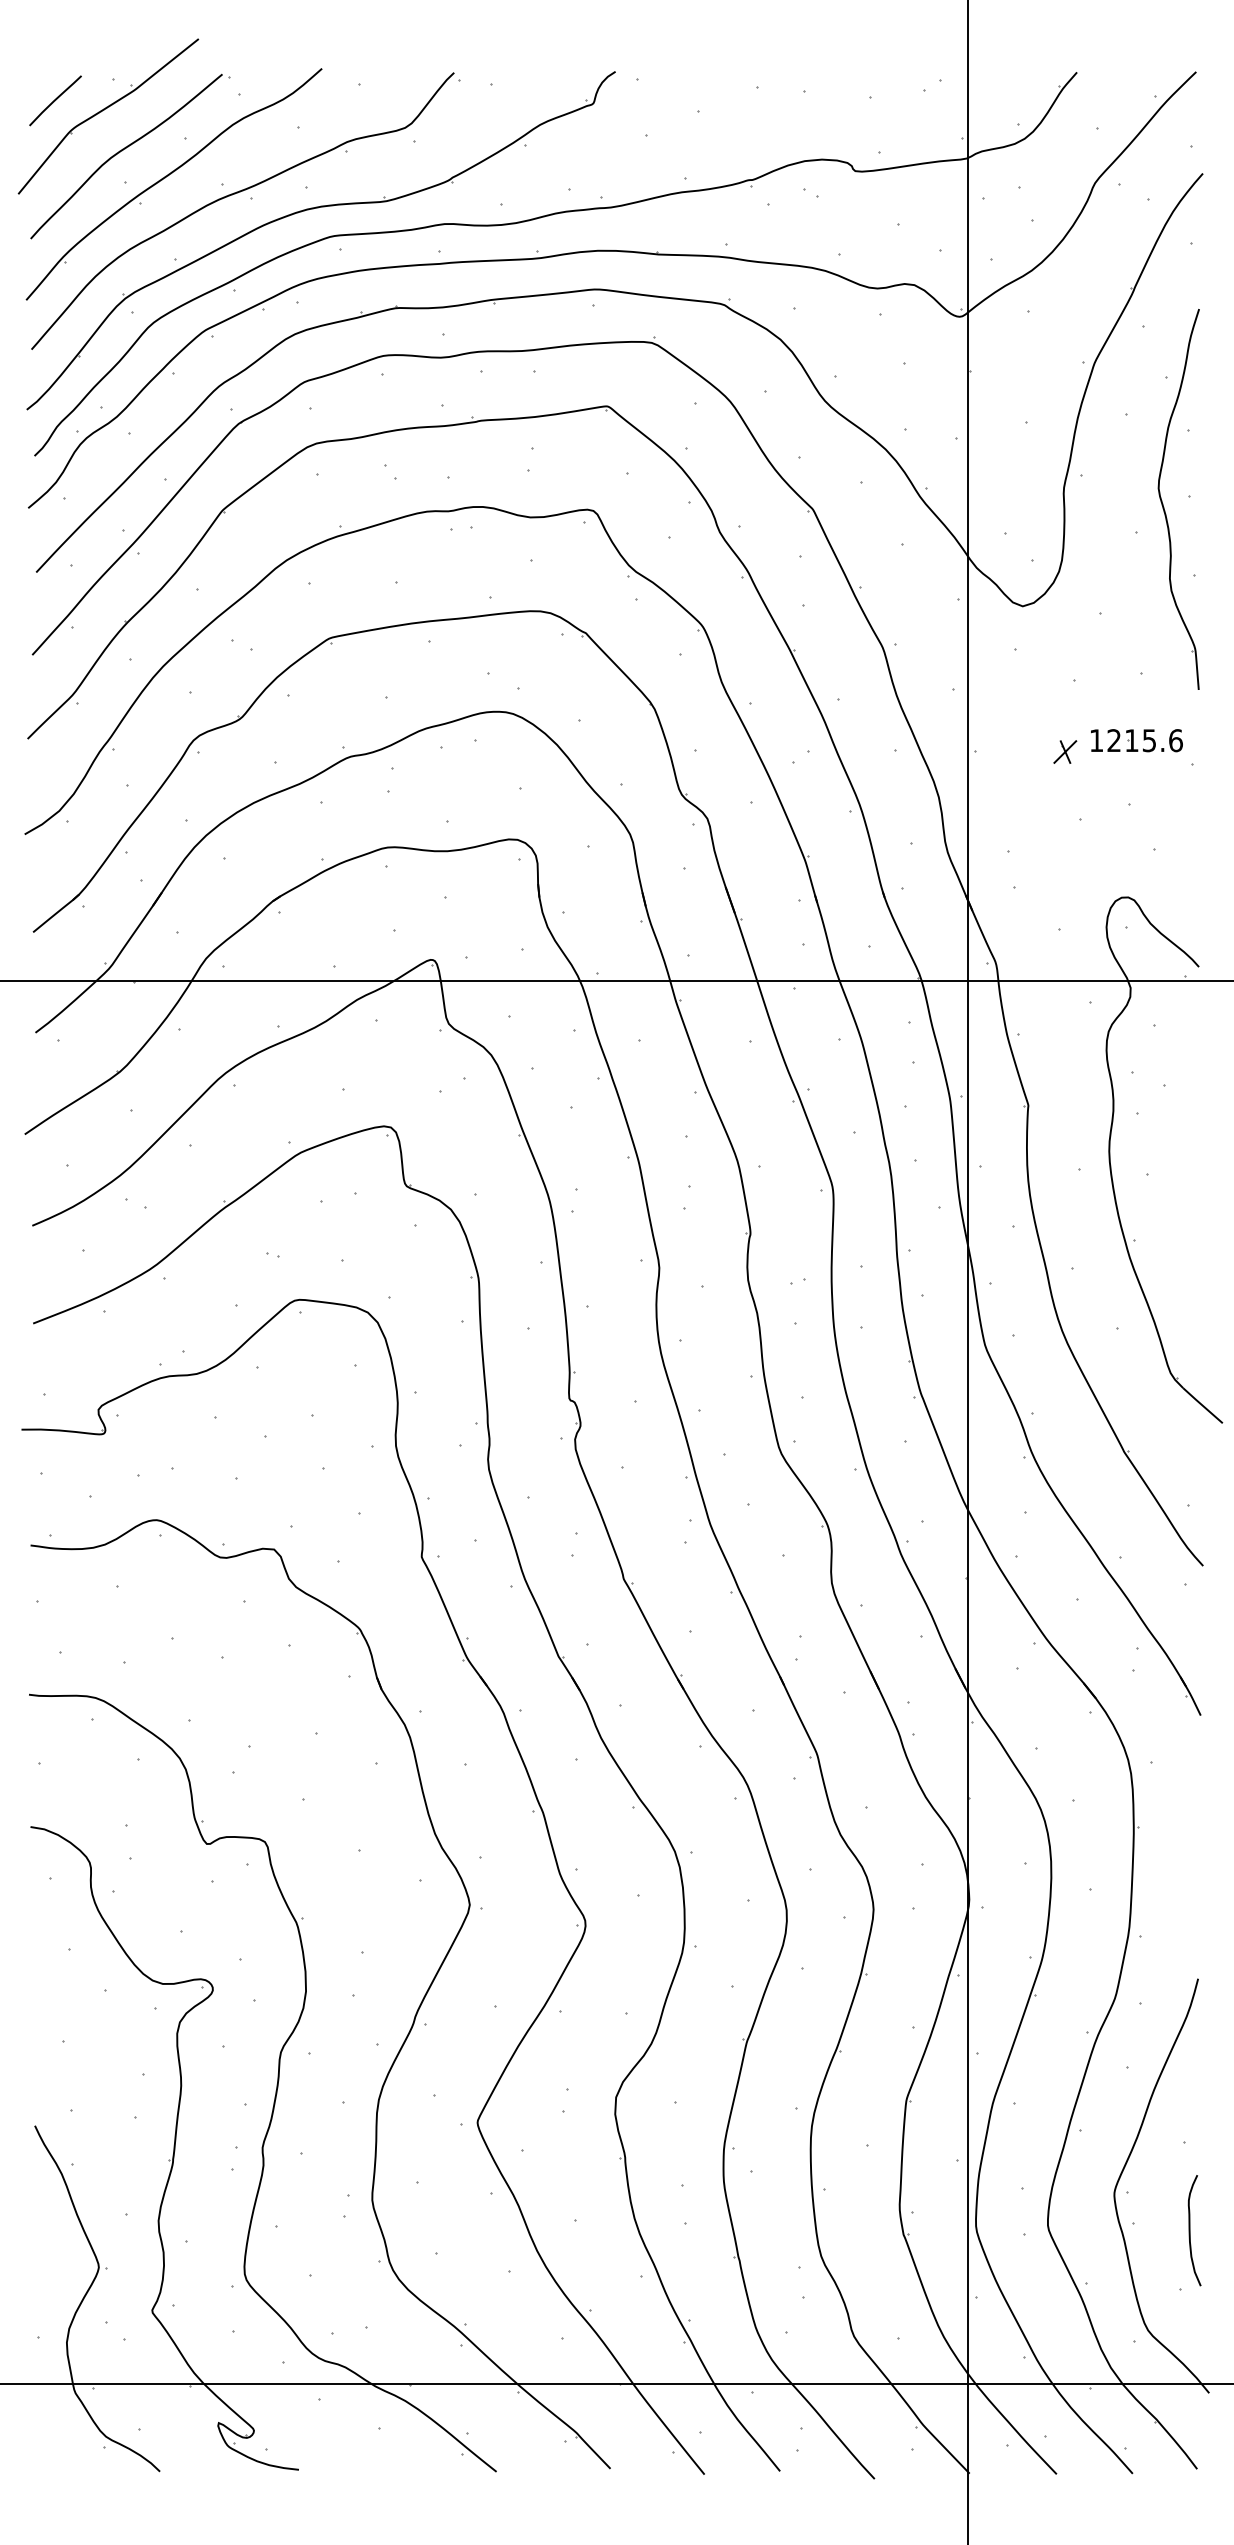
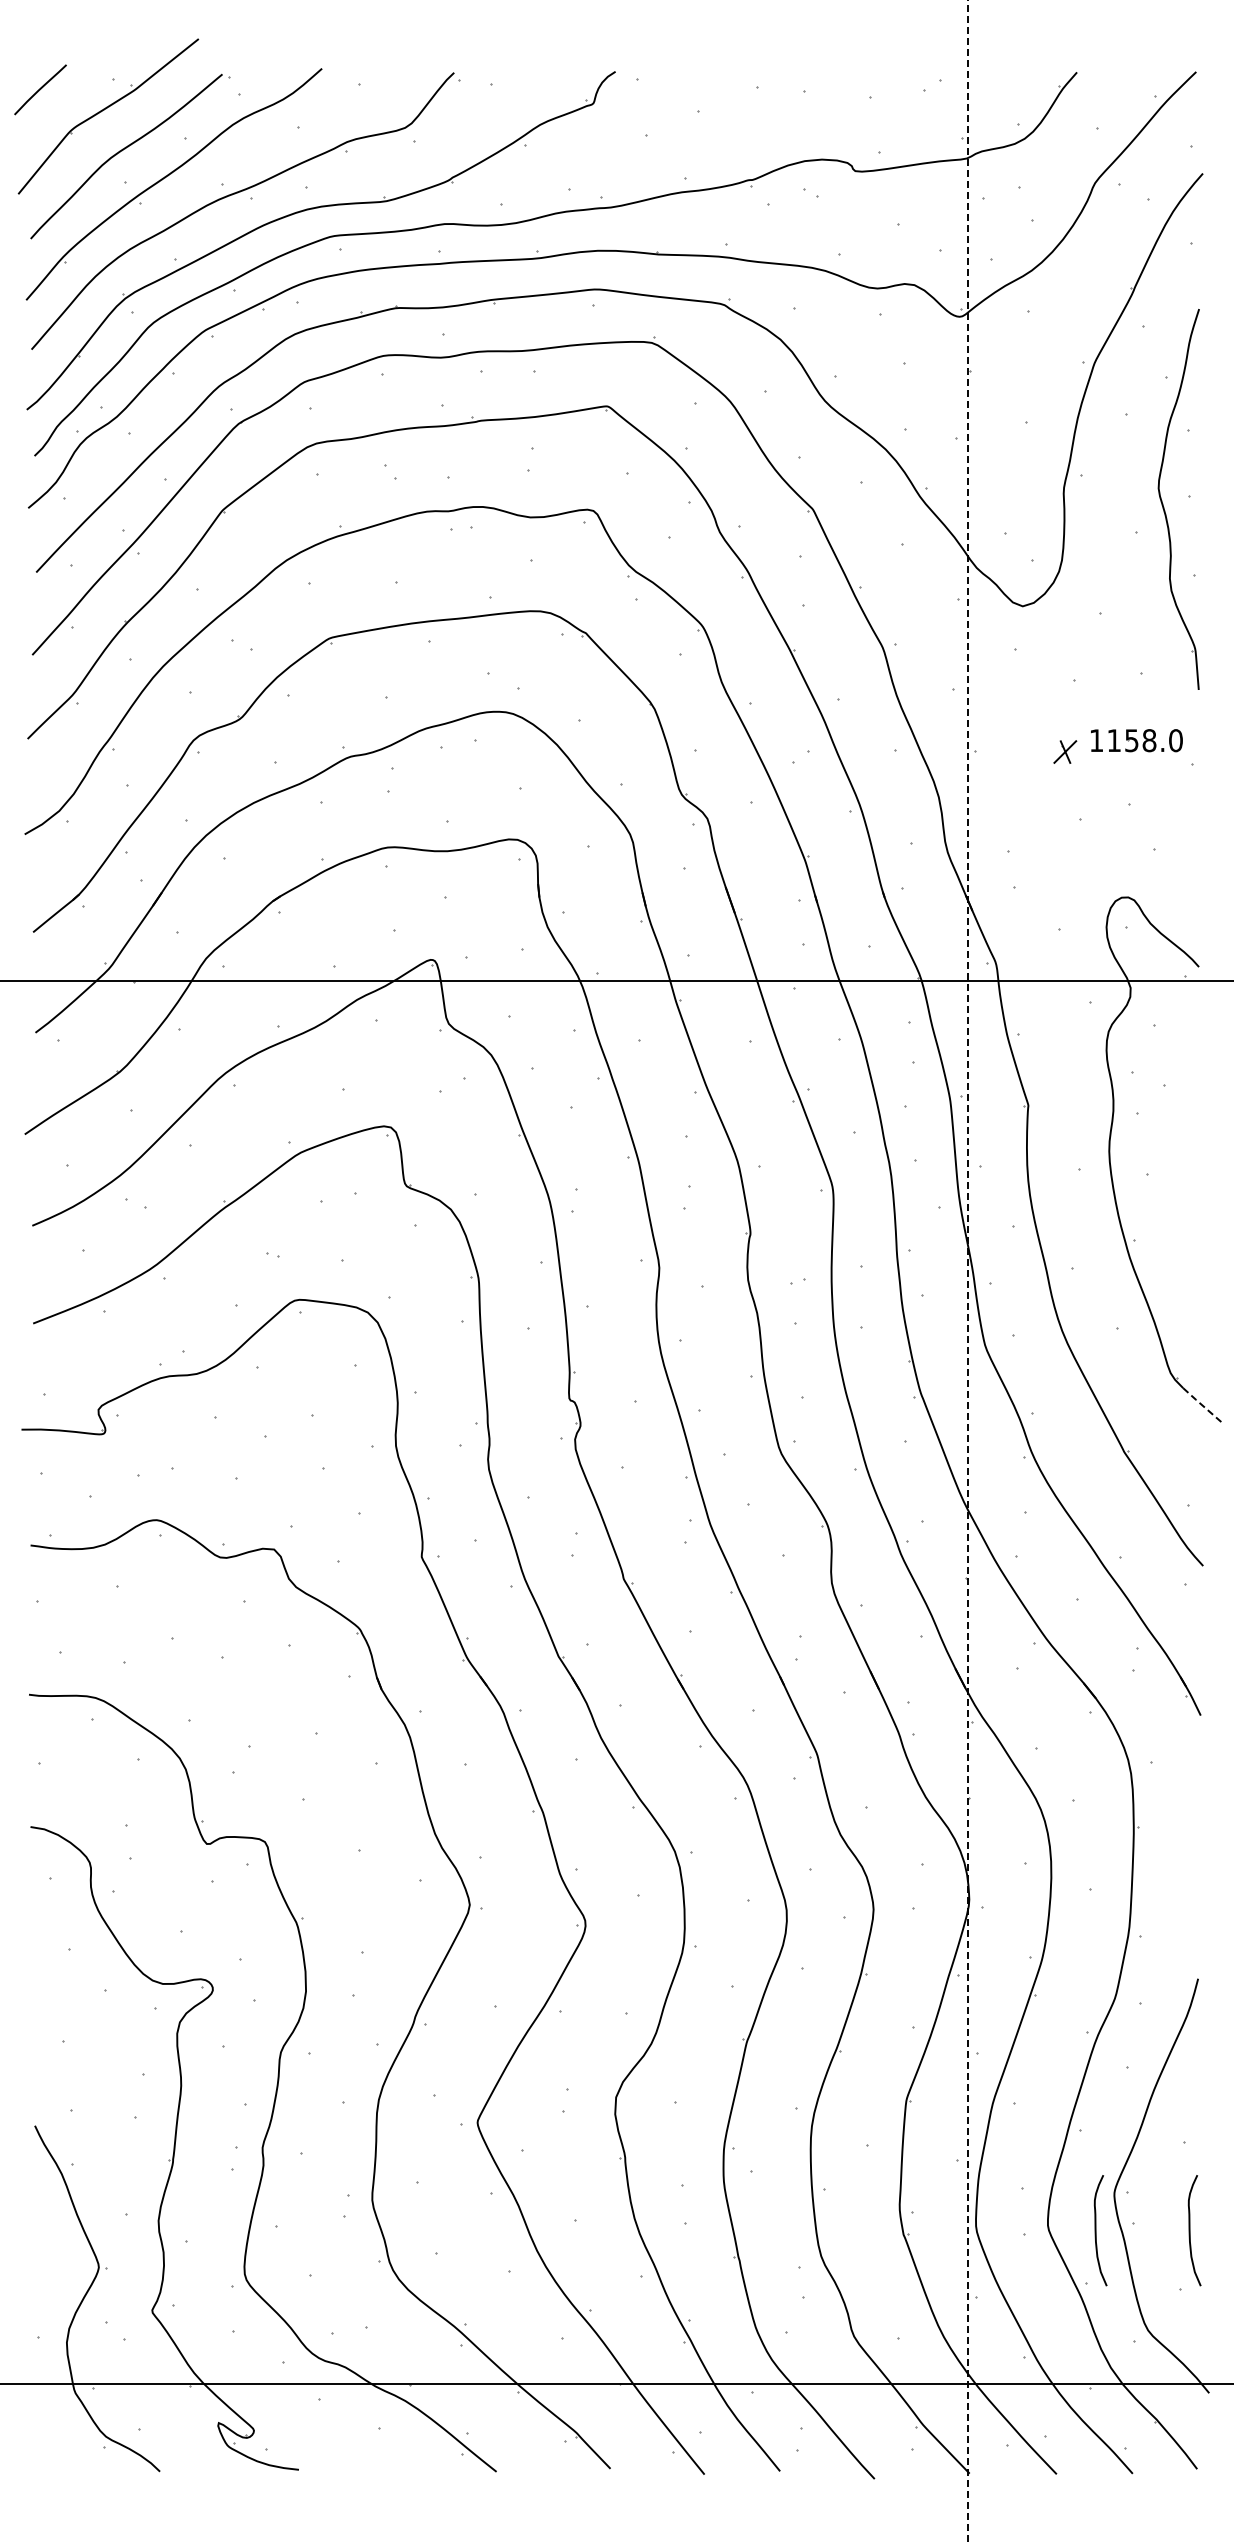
curve at (55, 100) position: (55, 100) -> (40, 89)
text at (1144, 740): 1215.6 -> 1158.0
line at (967, 1272): solid -> dashed
line at (1202, 1405): solid -> dashed
curve at (1096, 2230): none -> present
